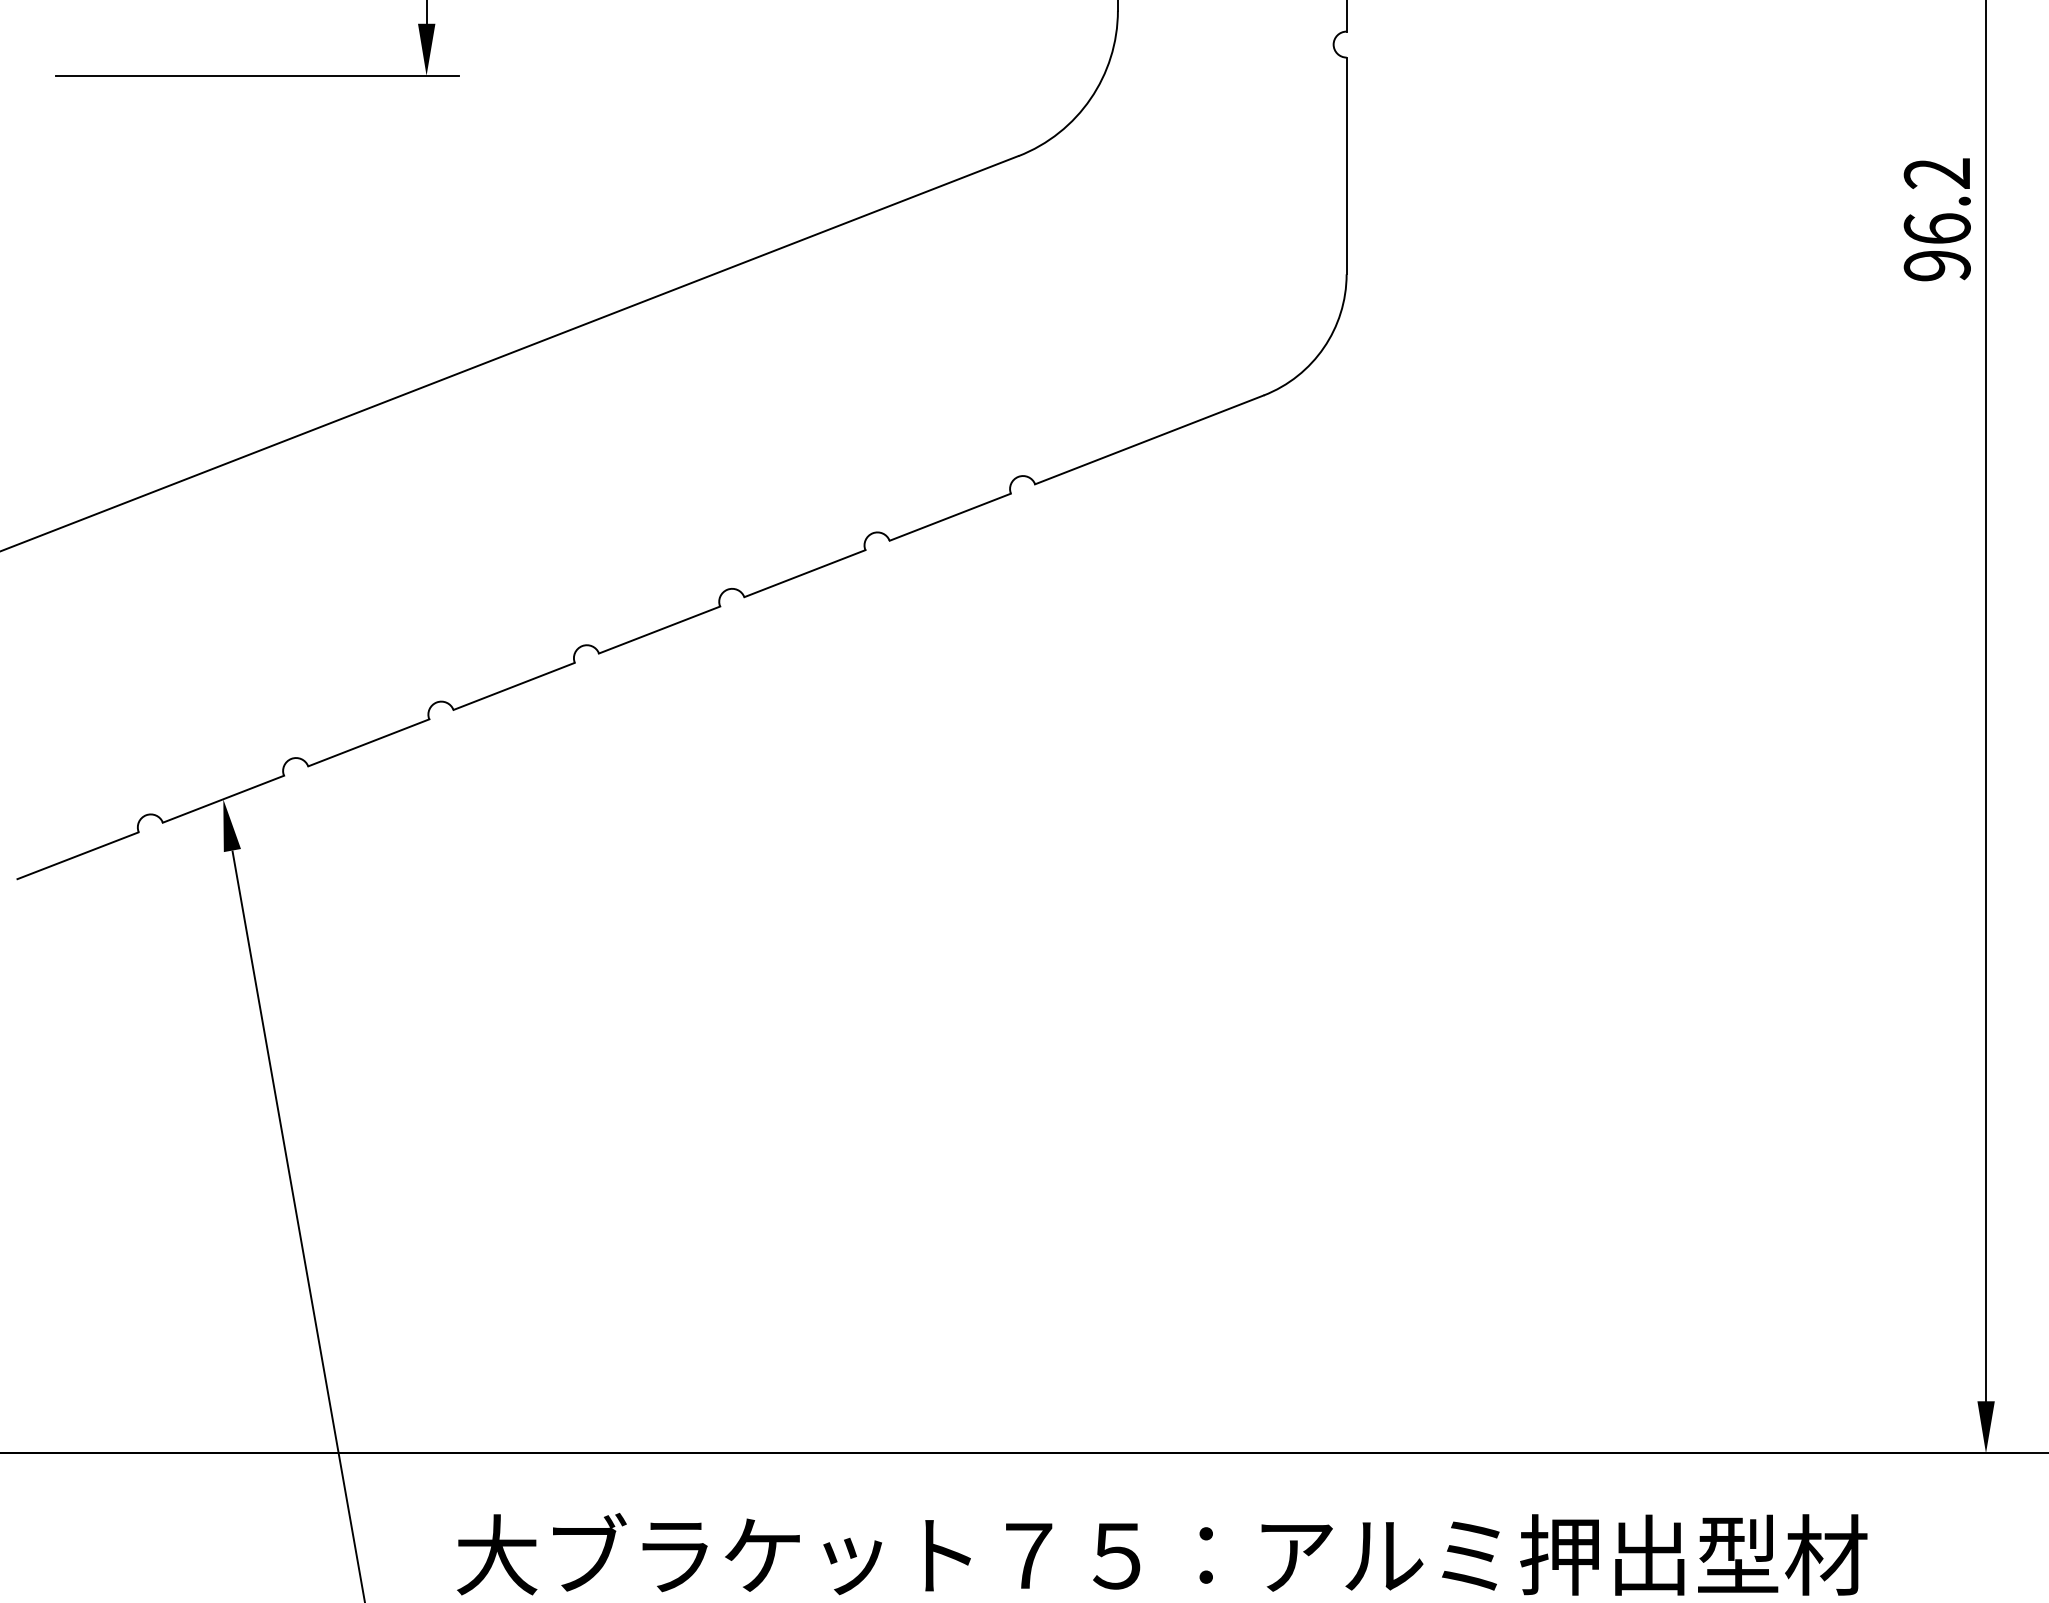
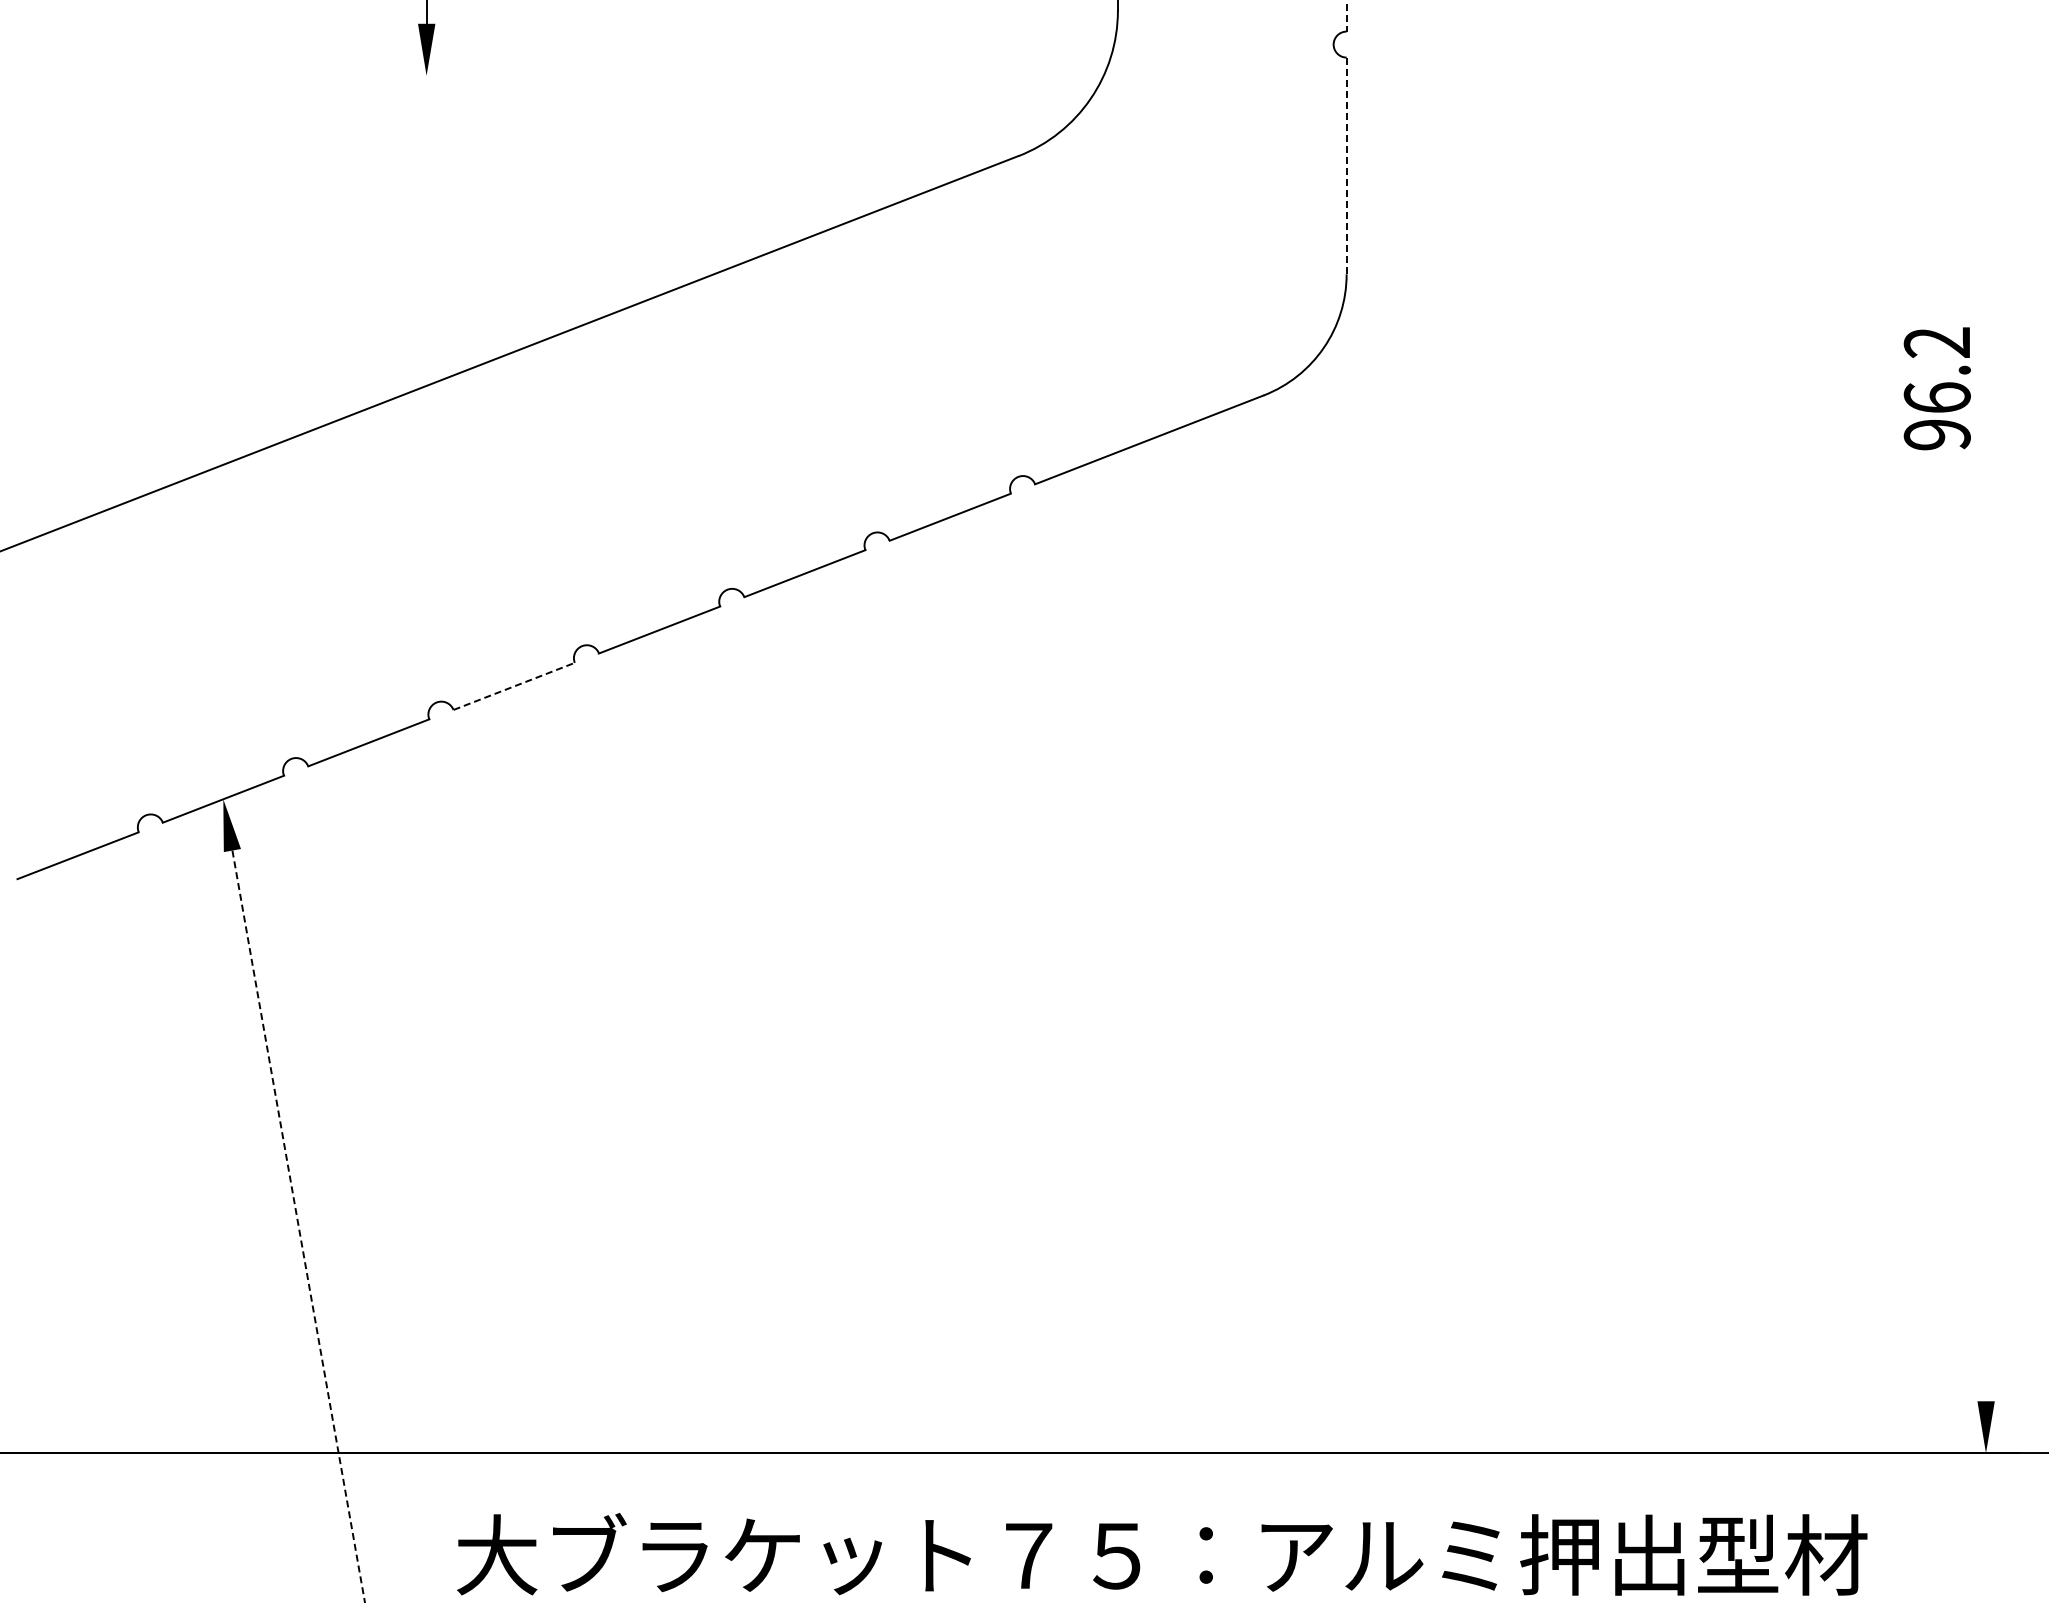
line at (1346, 16): solid -> dashed
line at (257, 75): present -> none
line at (1346, 166): solid -> dashed
text at (1936, 219) position: (1936, 219) -> (1936, 388)
line at (514, 686): solid -> dashed
line at (1986, 701): present -> none
line at (298, 1226): solid -> dashed
